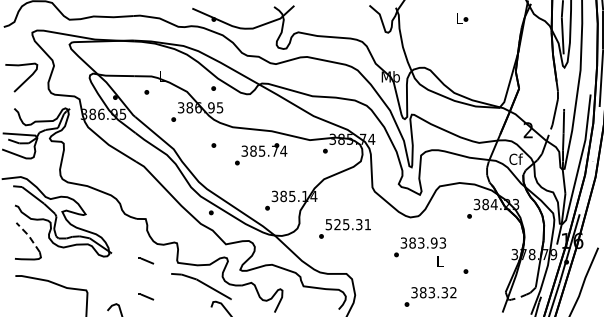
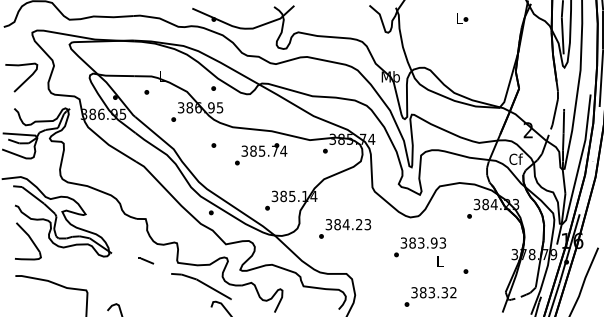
text at (348, 224): 525.31 -> 384.23
line at (29, 236): dashed -> solid
line at (146, 296): present -> none
